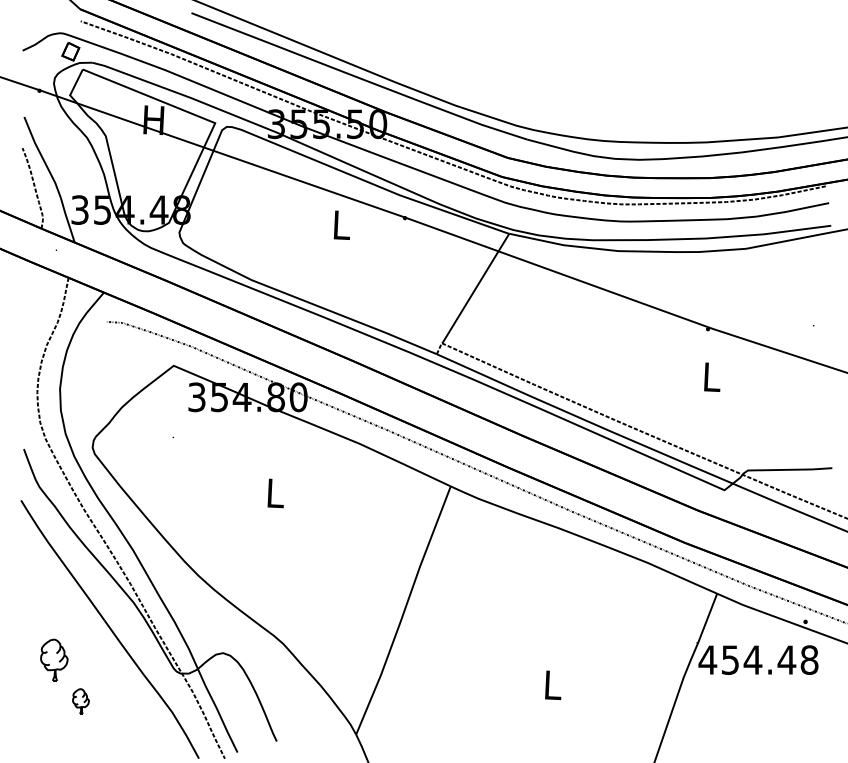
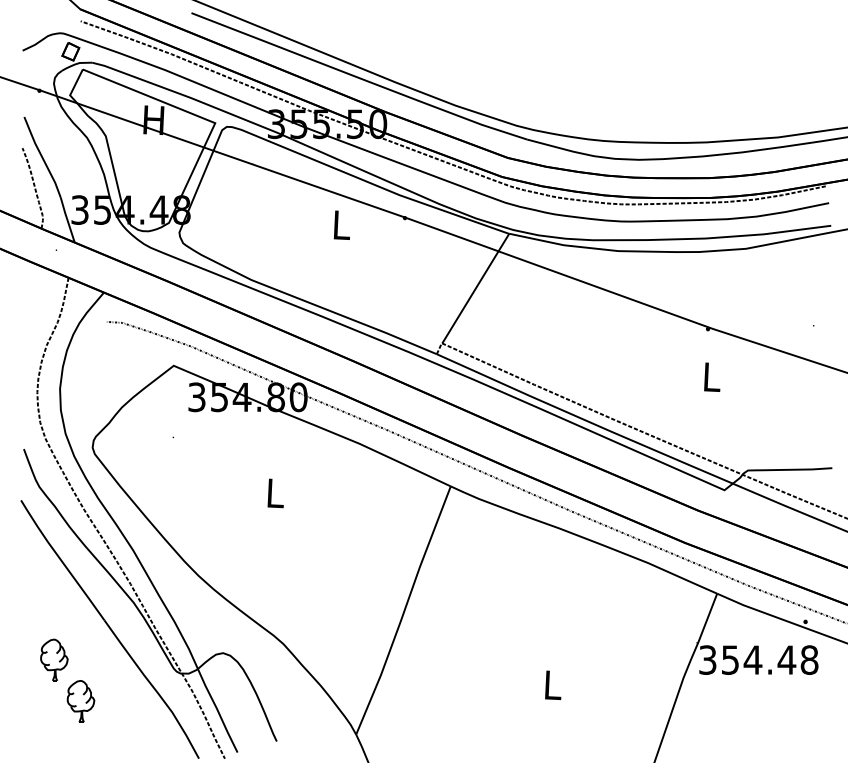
text at (707, 659): 454.48 -> 354.48
part at (80, 701) size: 18x27 px -> 30x43 px
